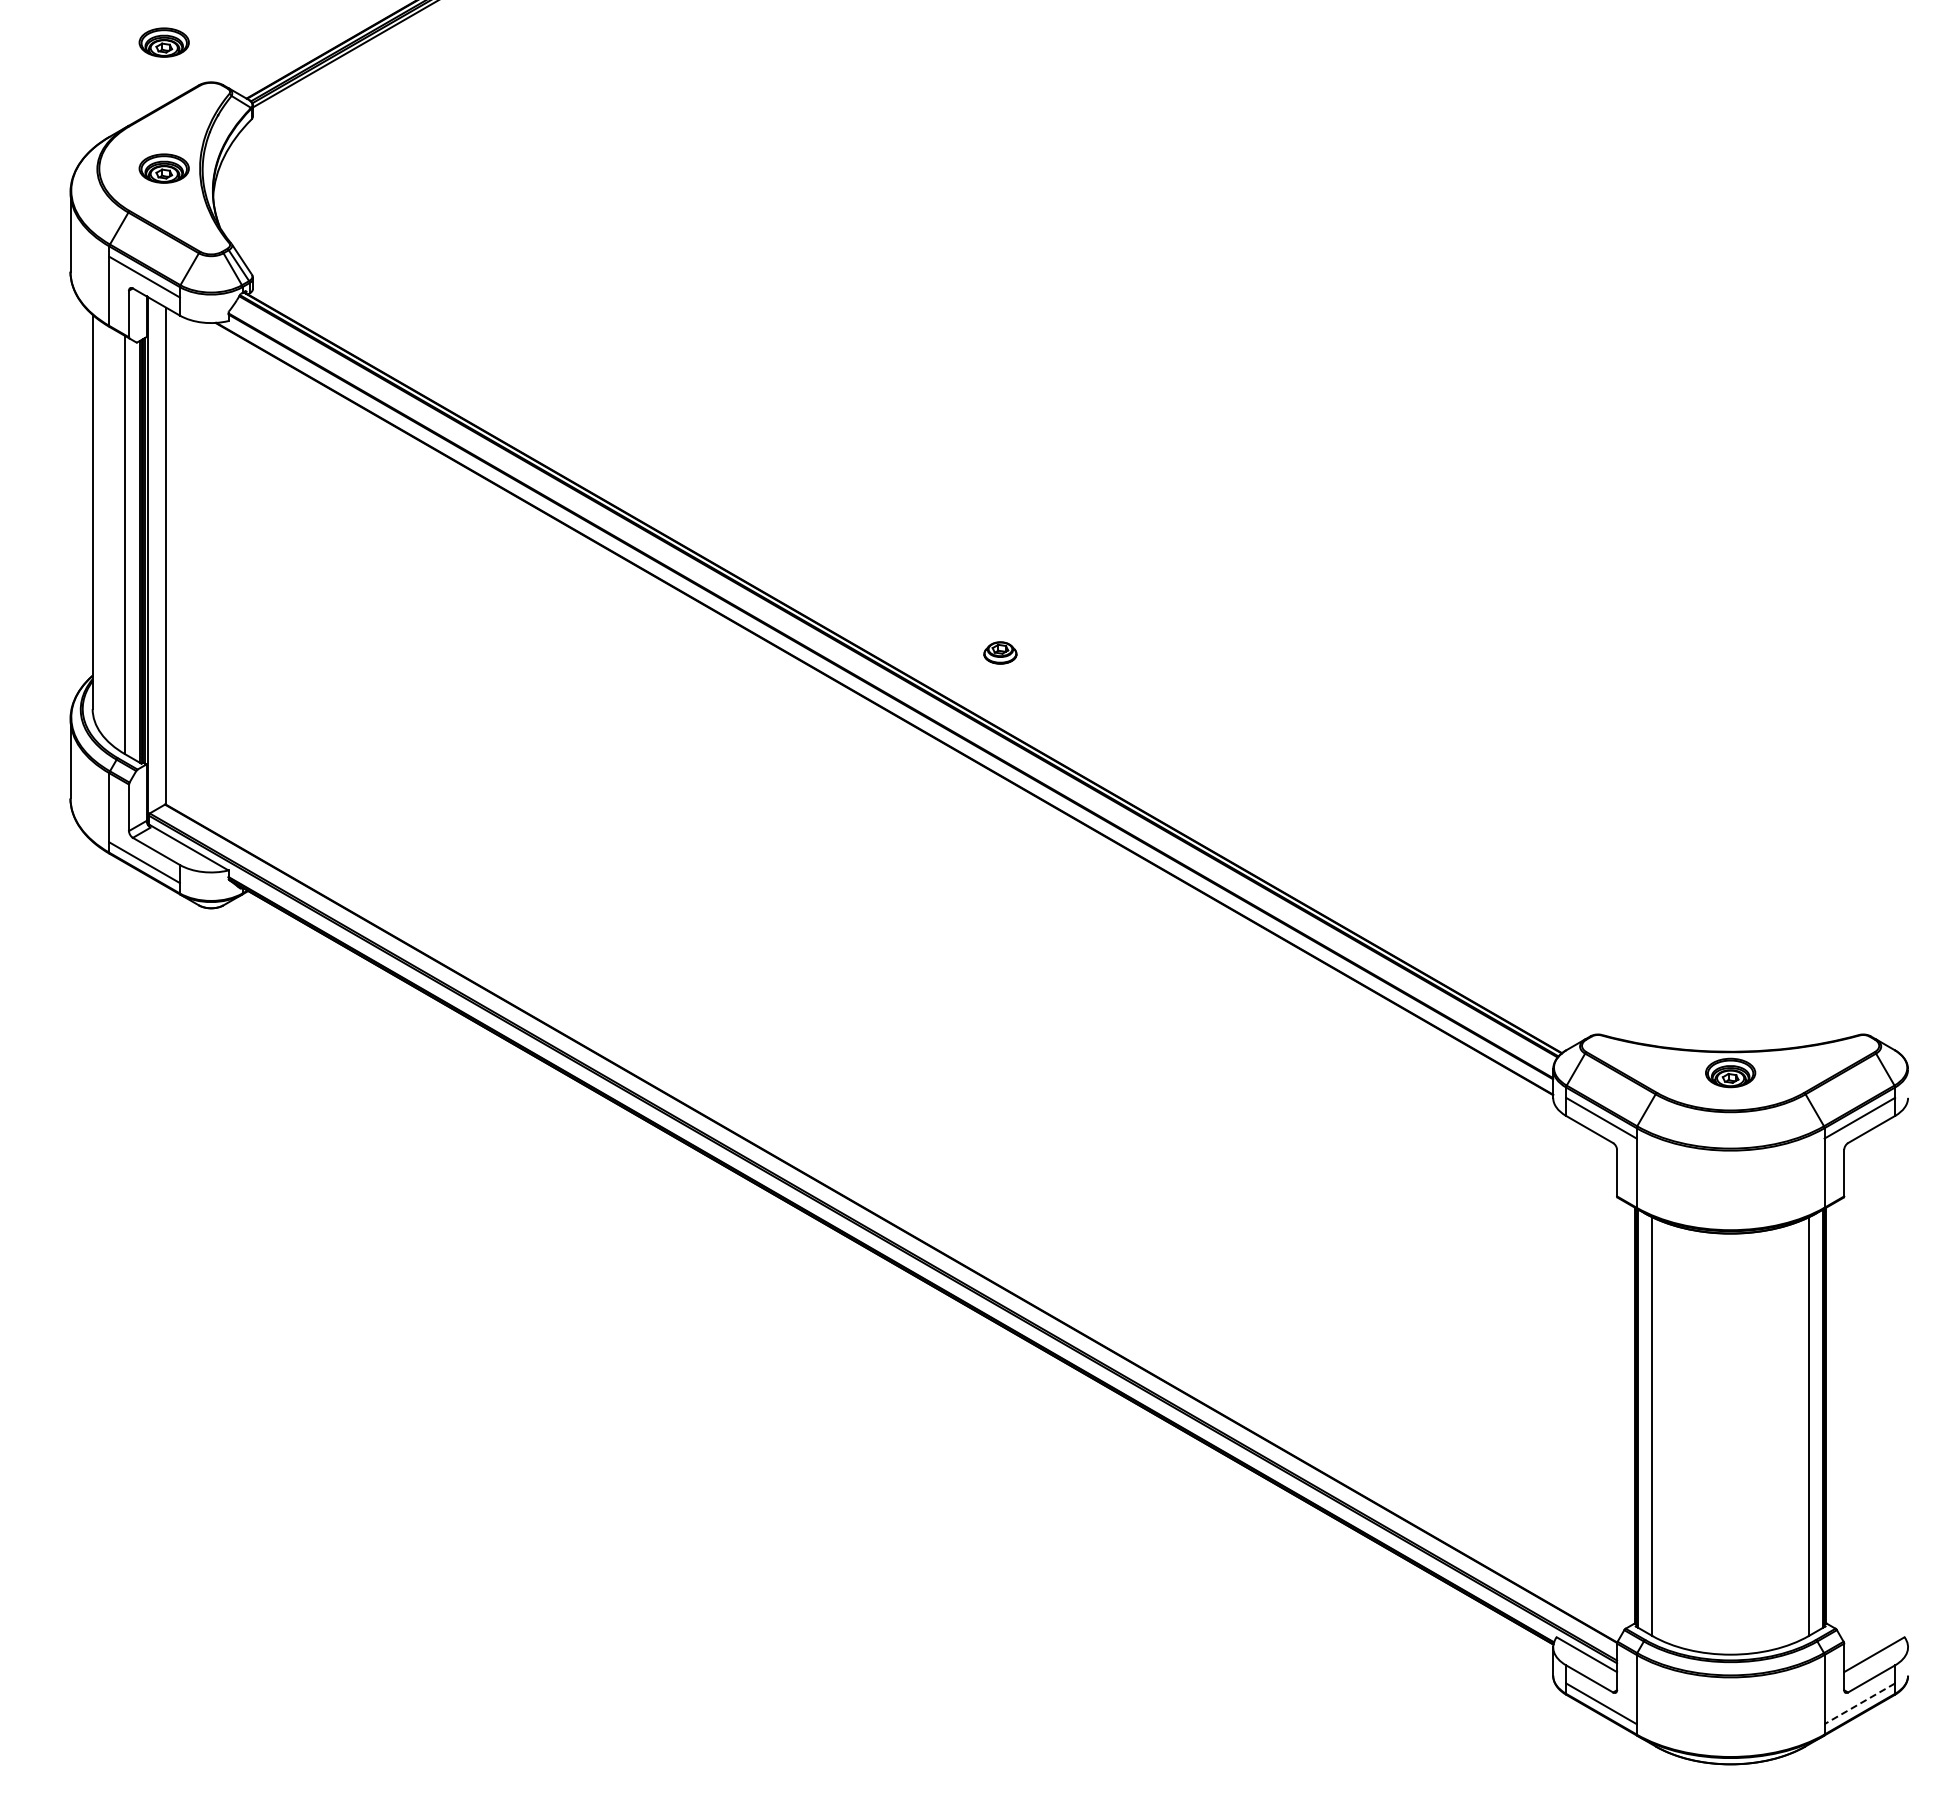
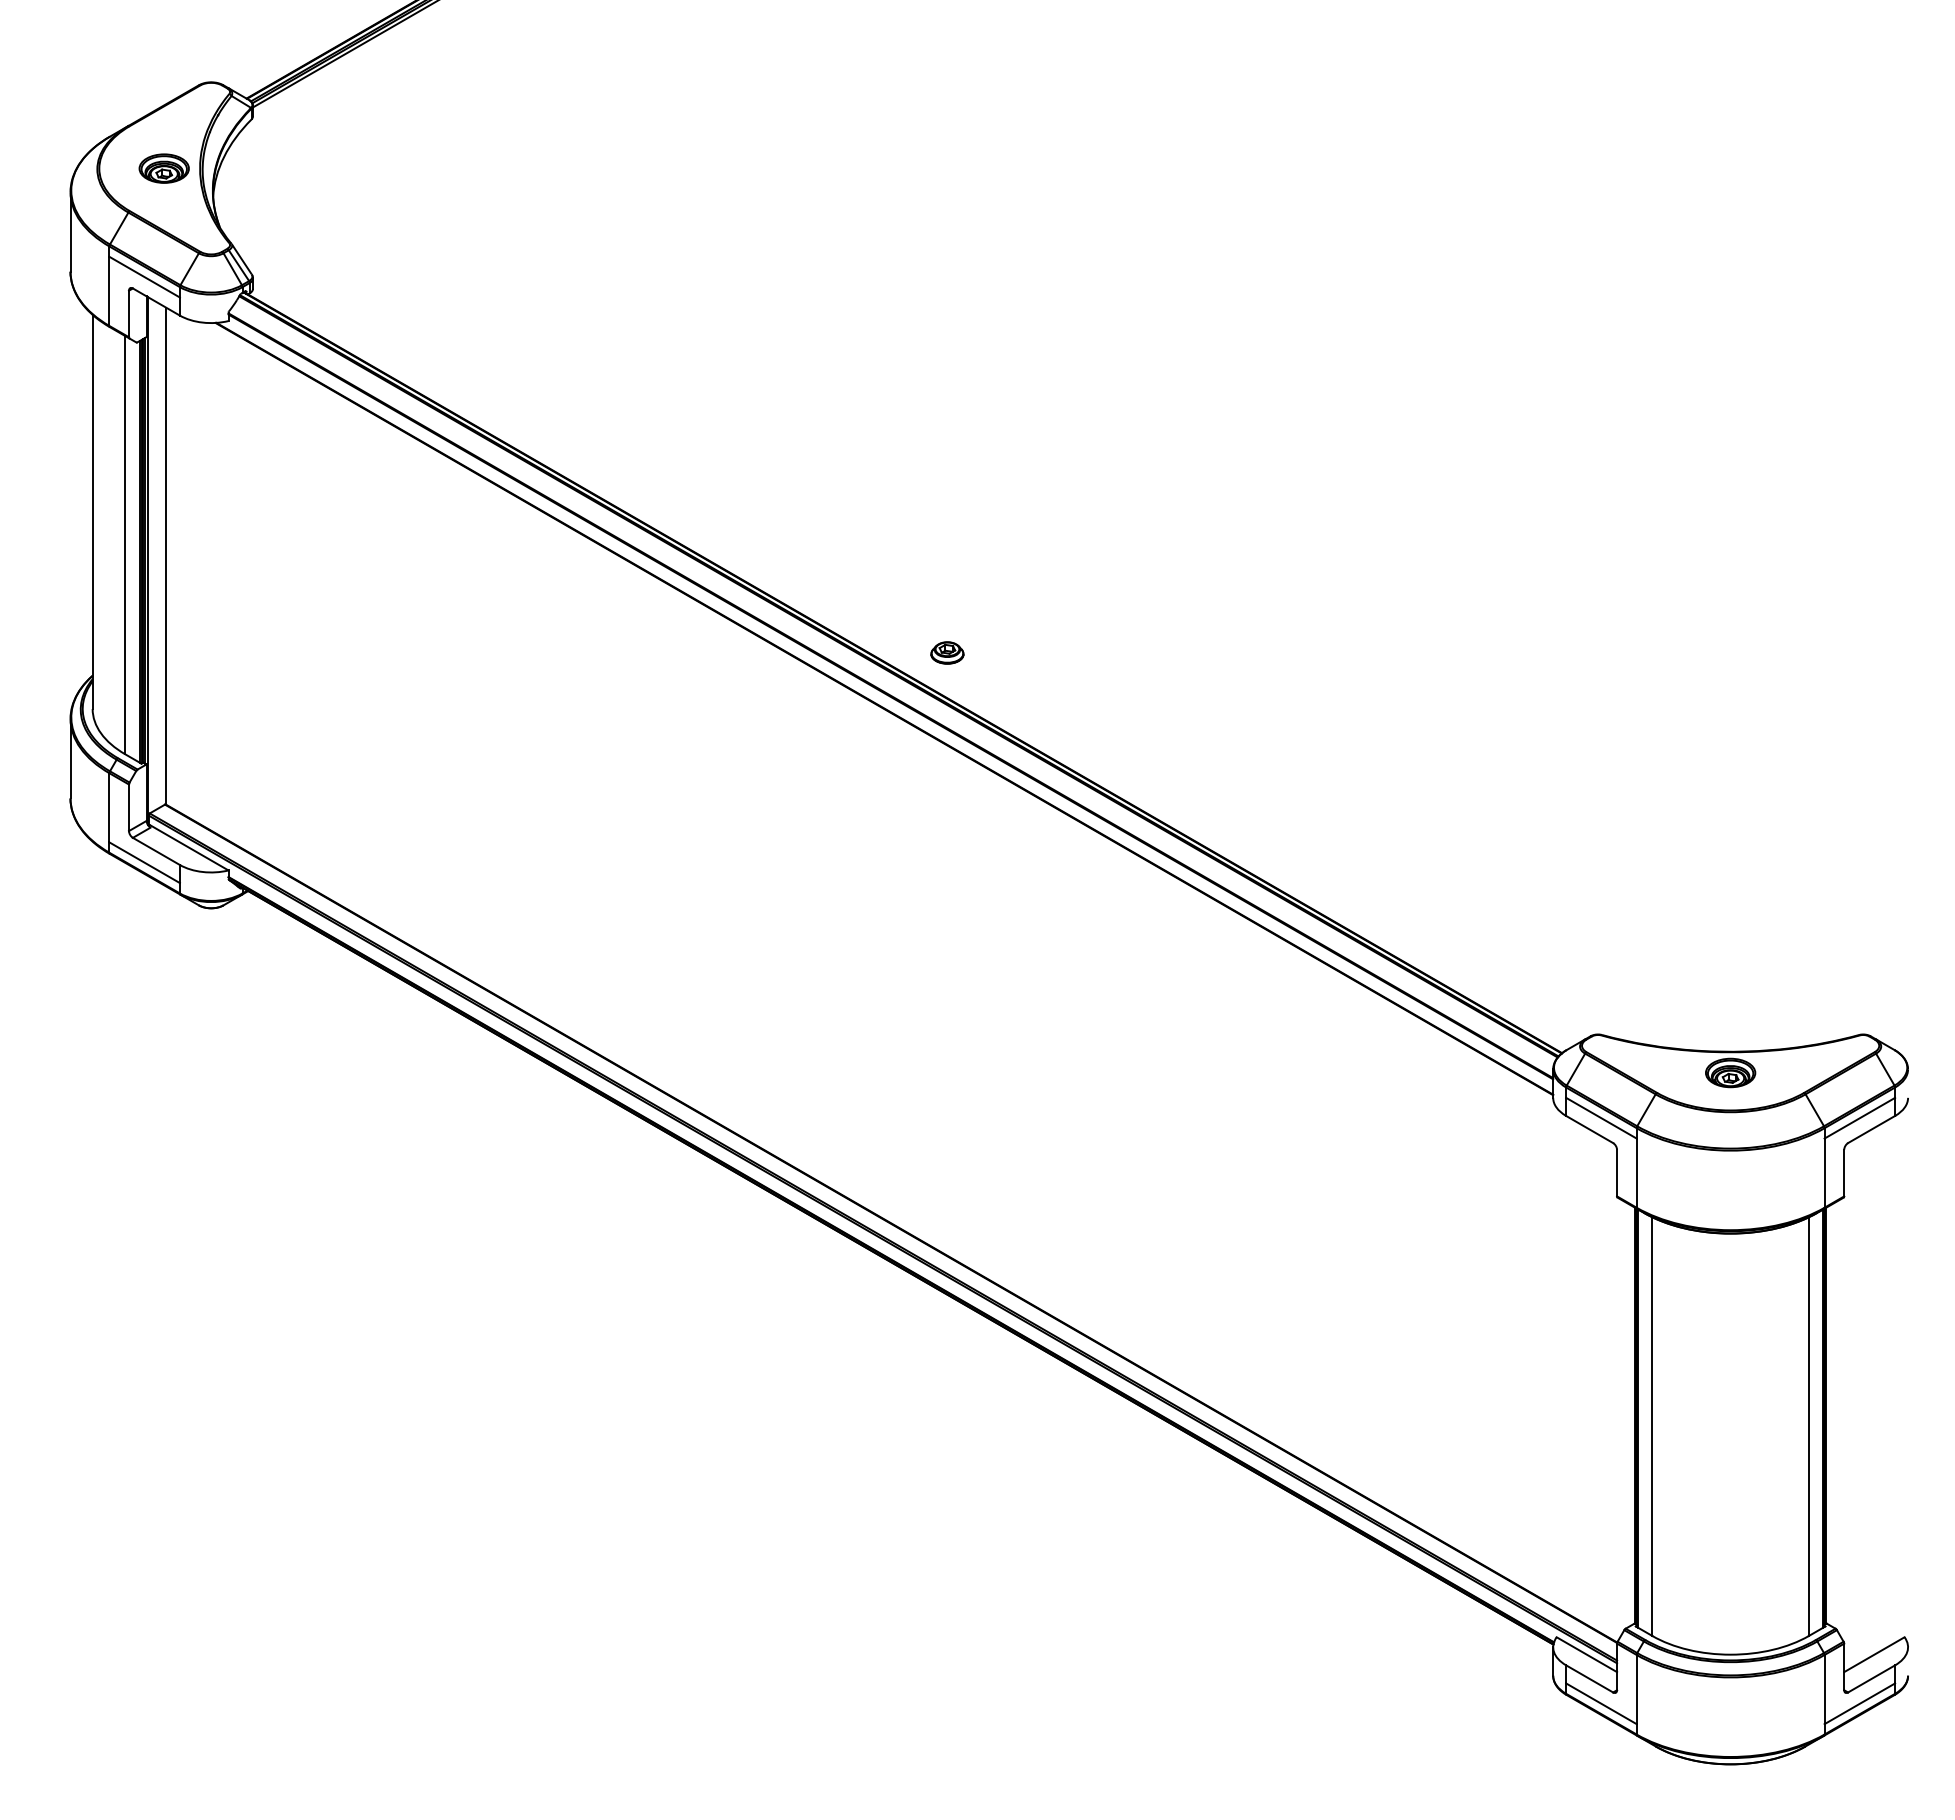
part at (163, 42): present -> none
part at (1000, 652) position: (1000, 652) -> (947, 652)
line at (1859, 1703): dashed -> solid
